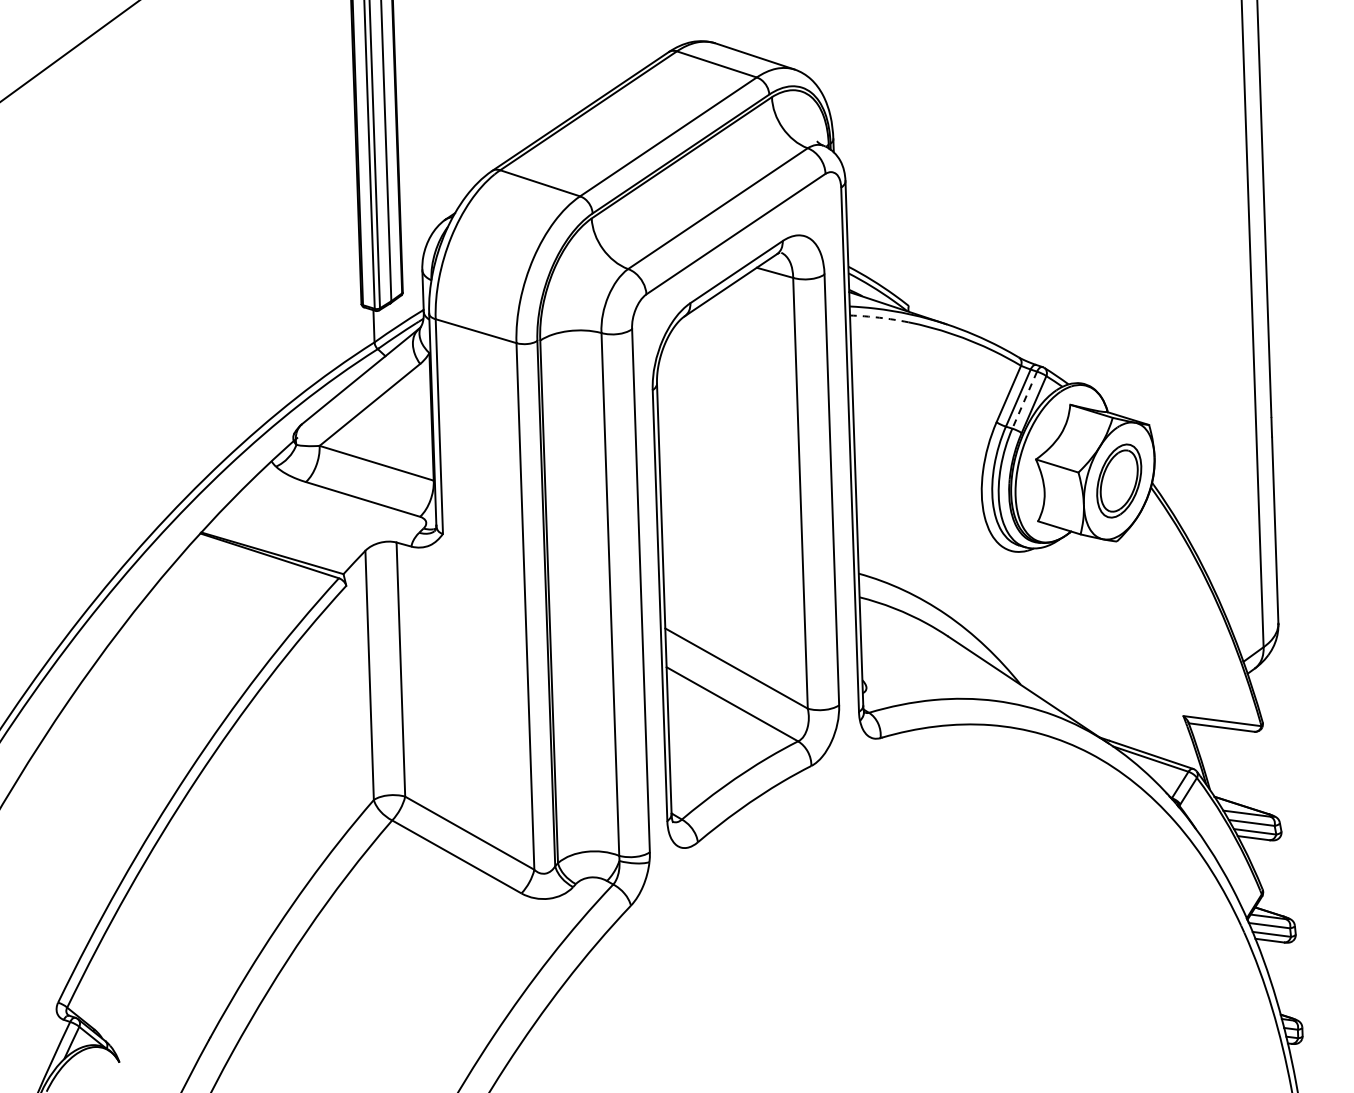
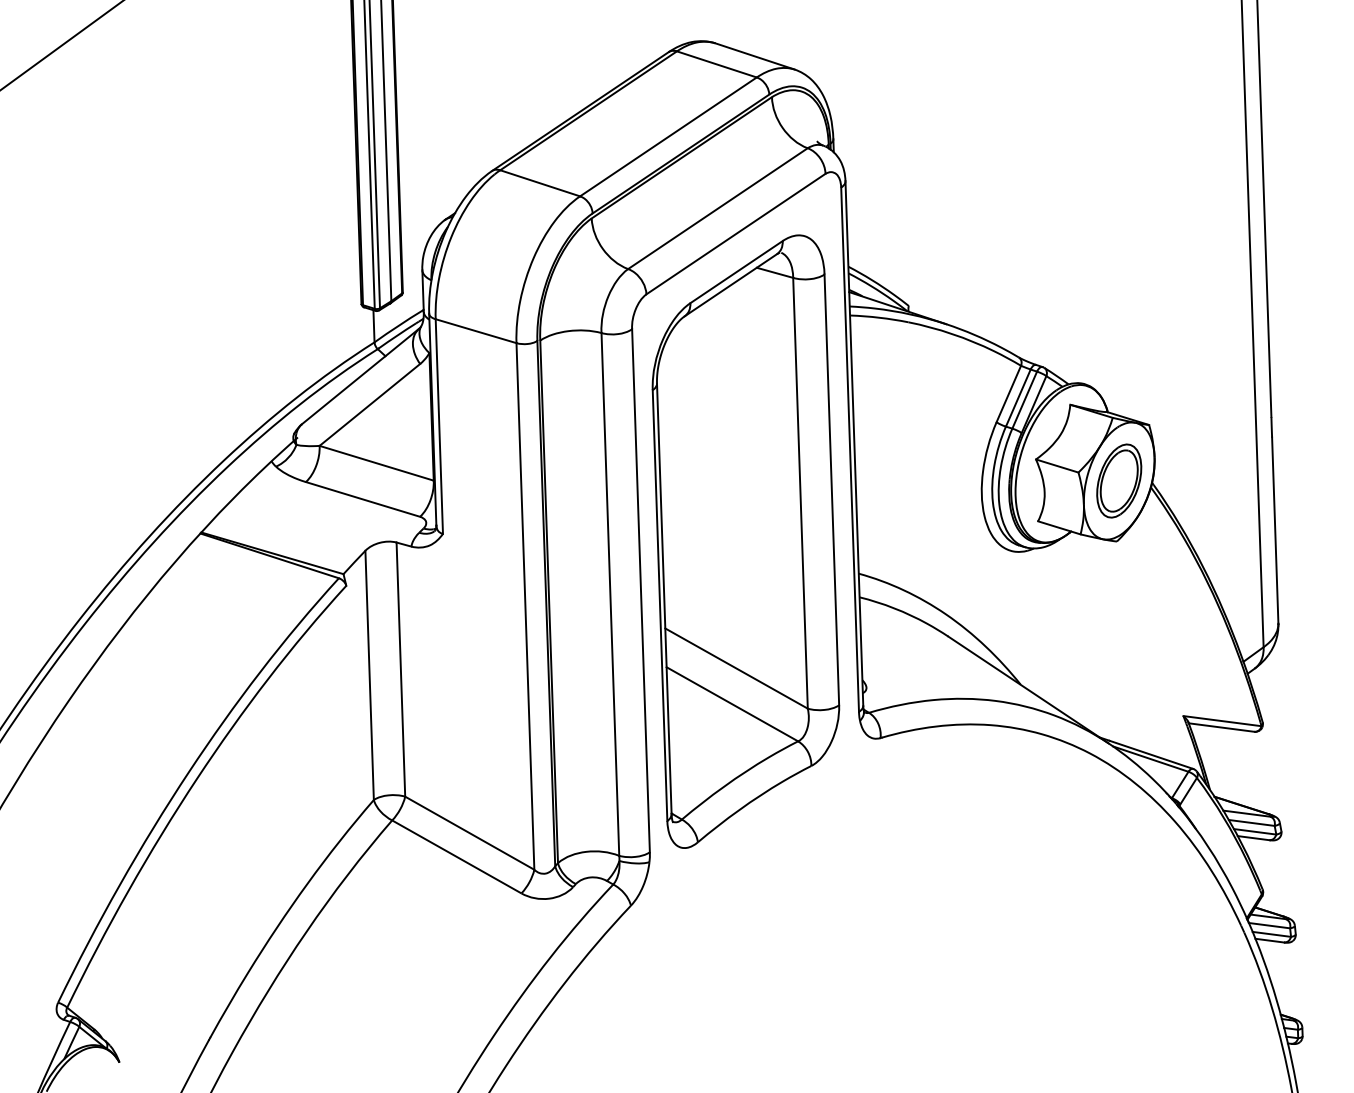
line at (69, 51) position: (69, 51) -> (61, 45)
arc at (879, 317): dashed -> solid
line at (1024, 400): dashed -> solid
